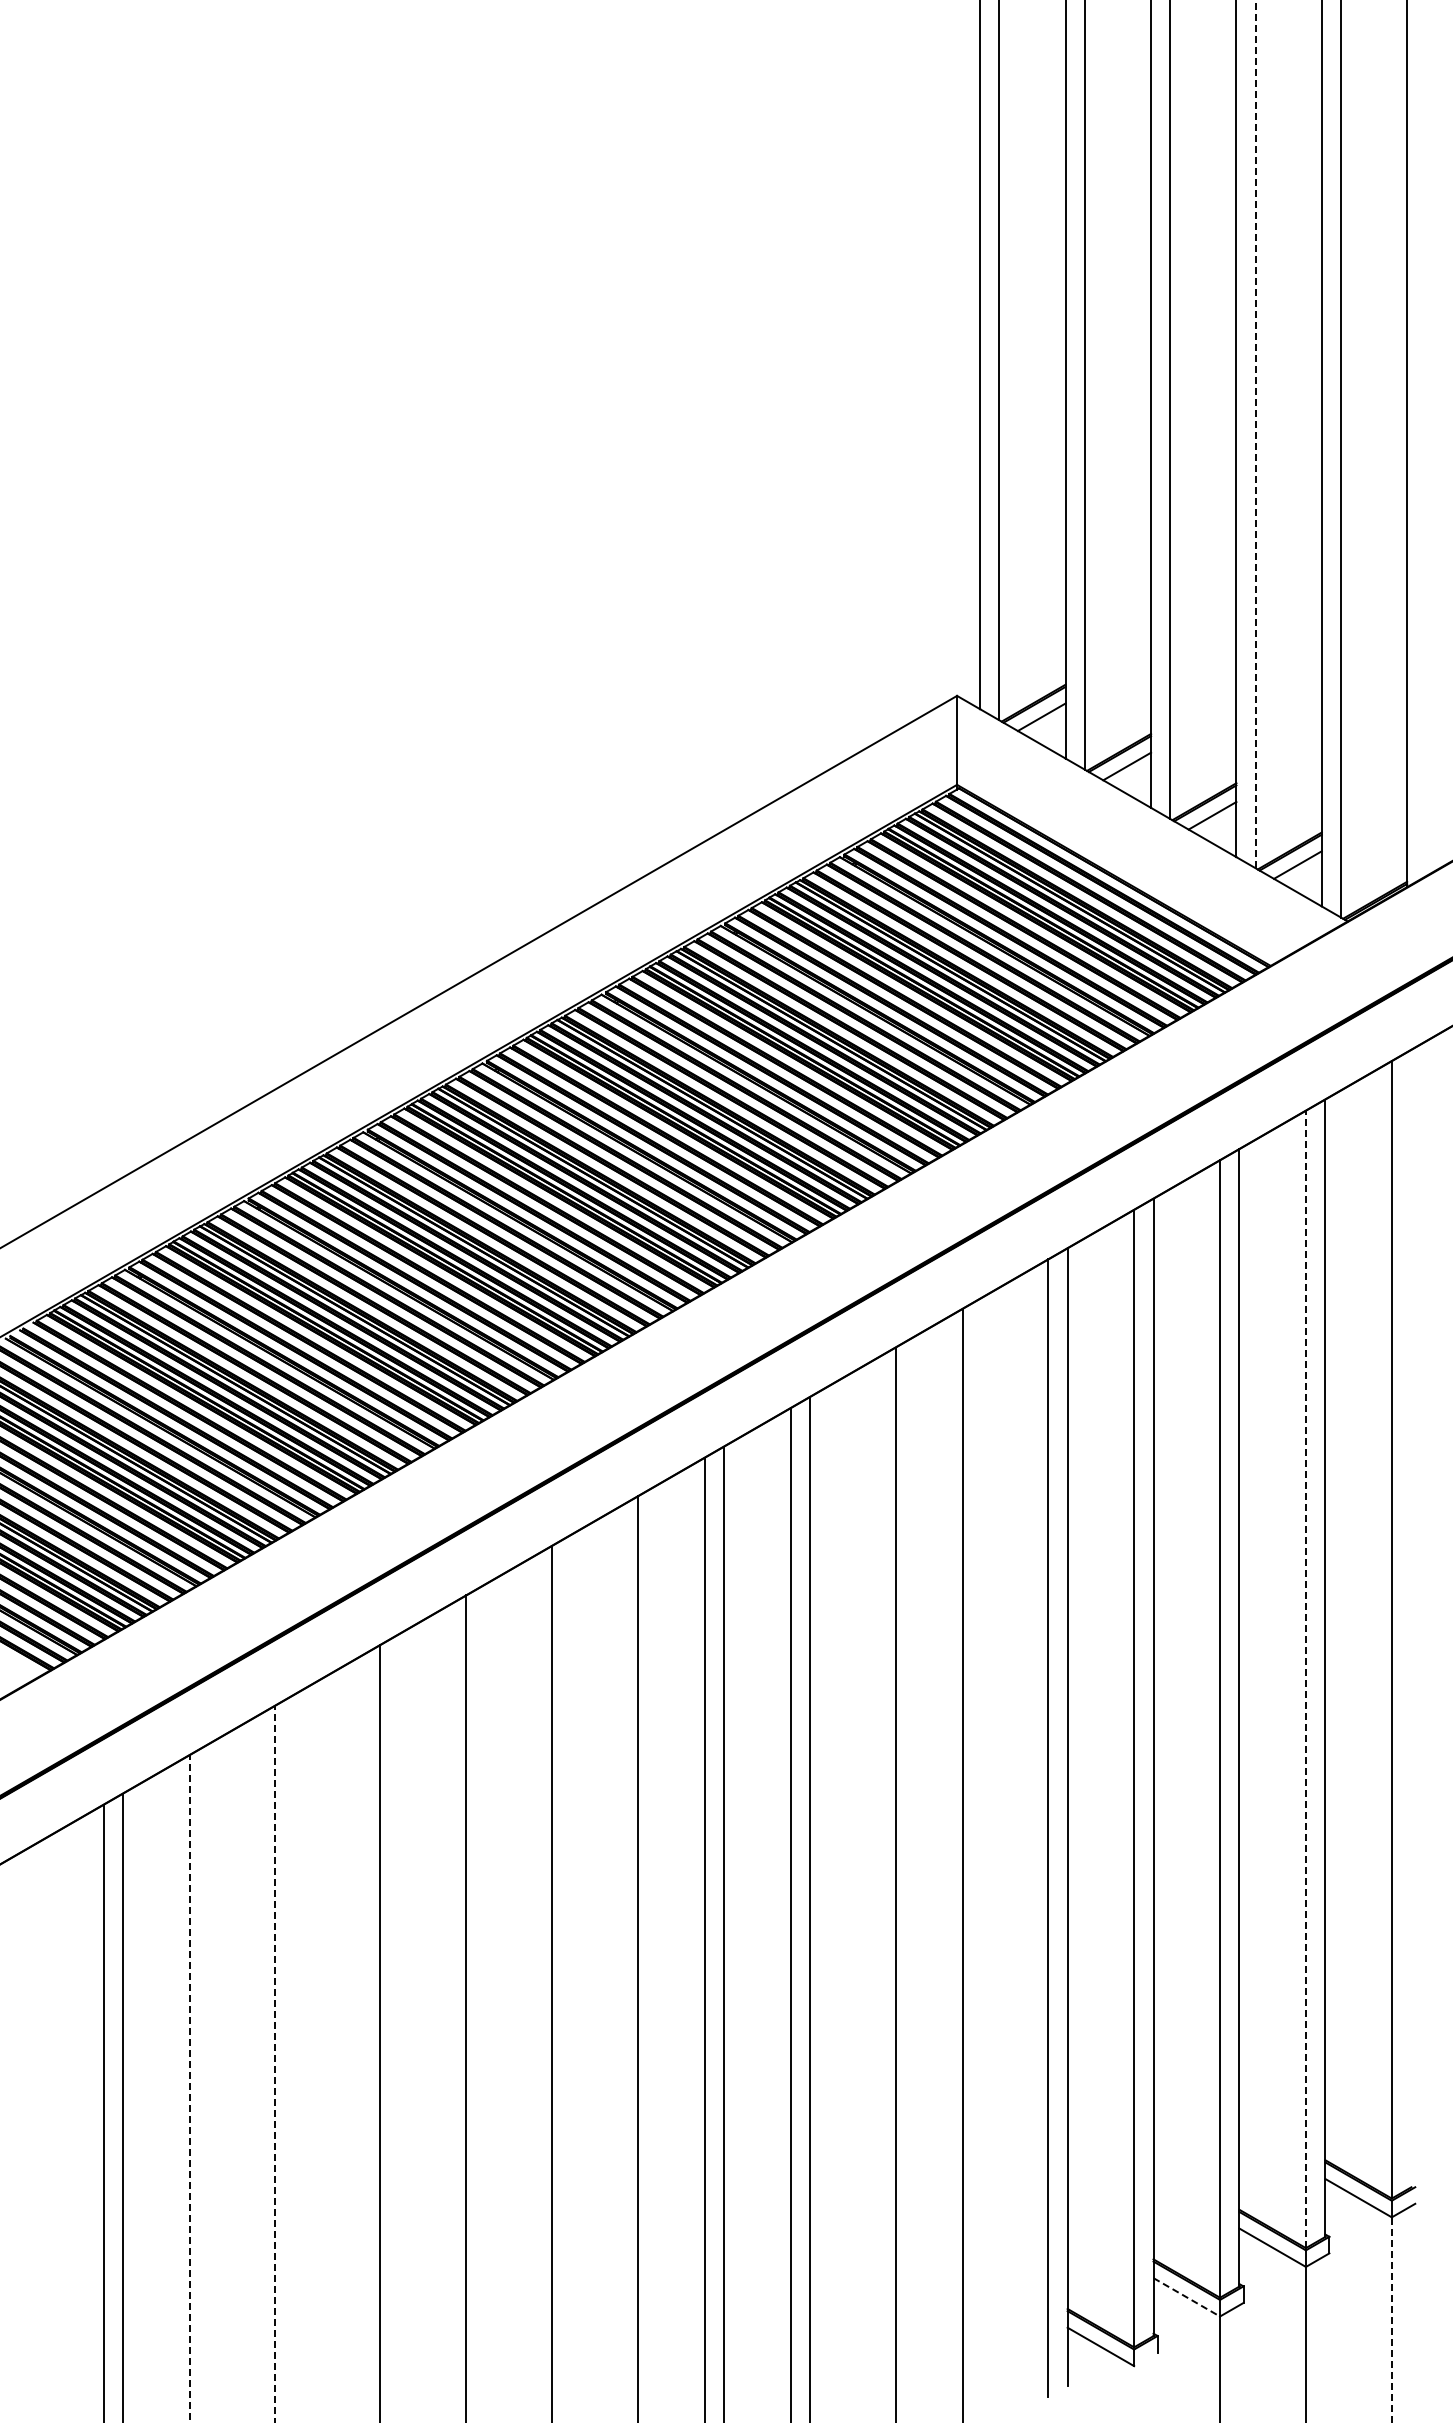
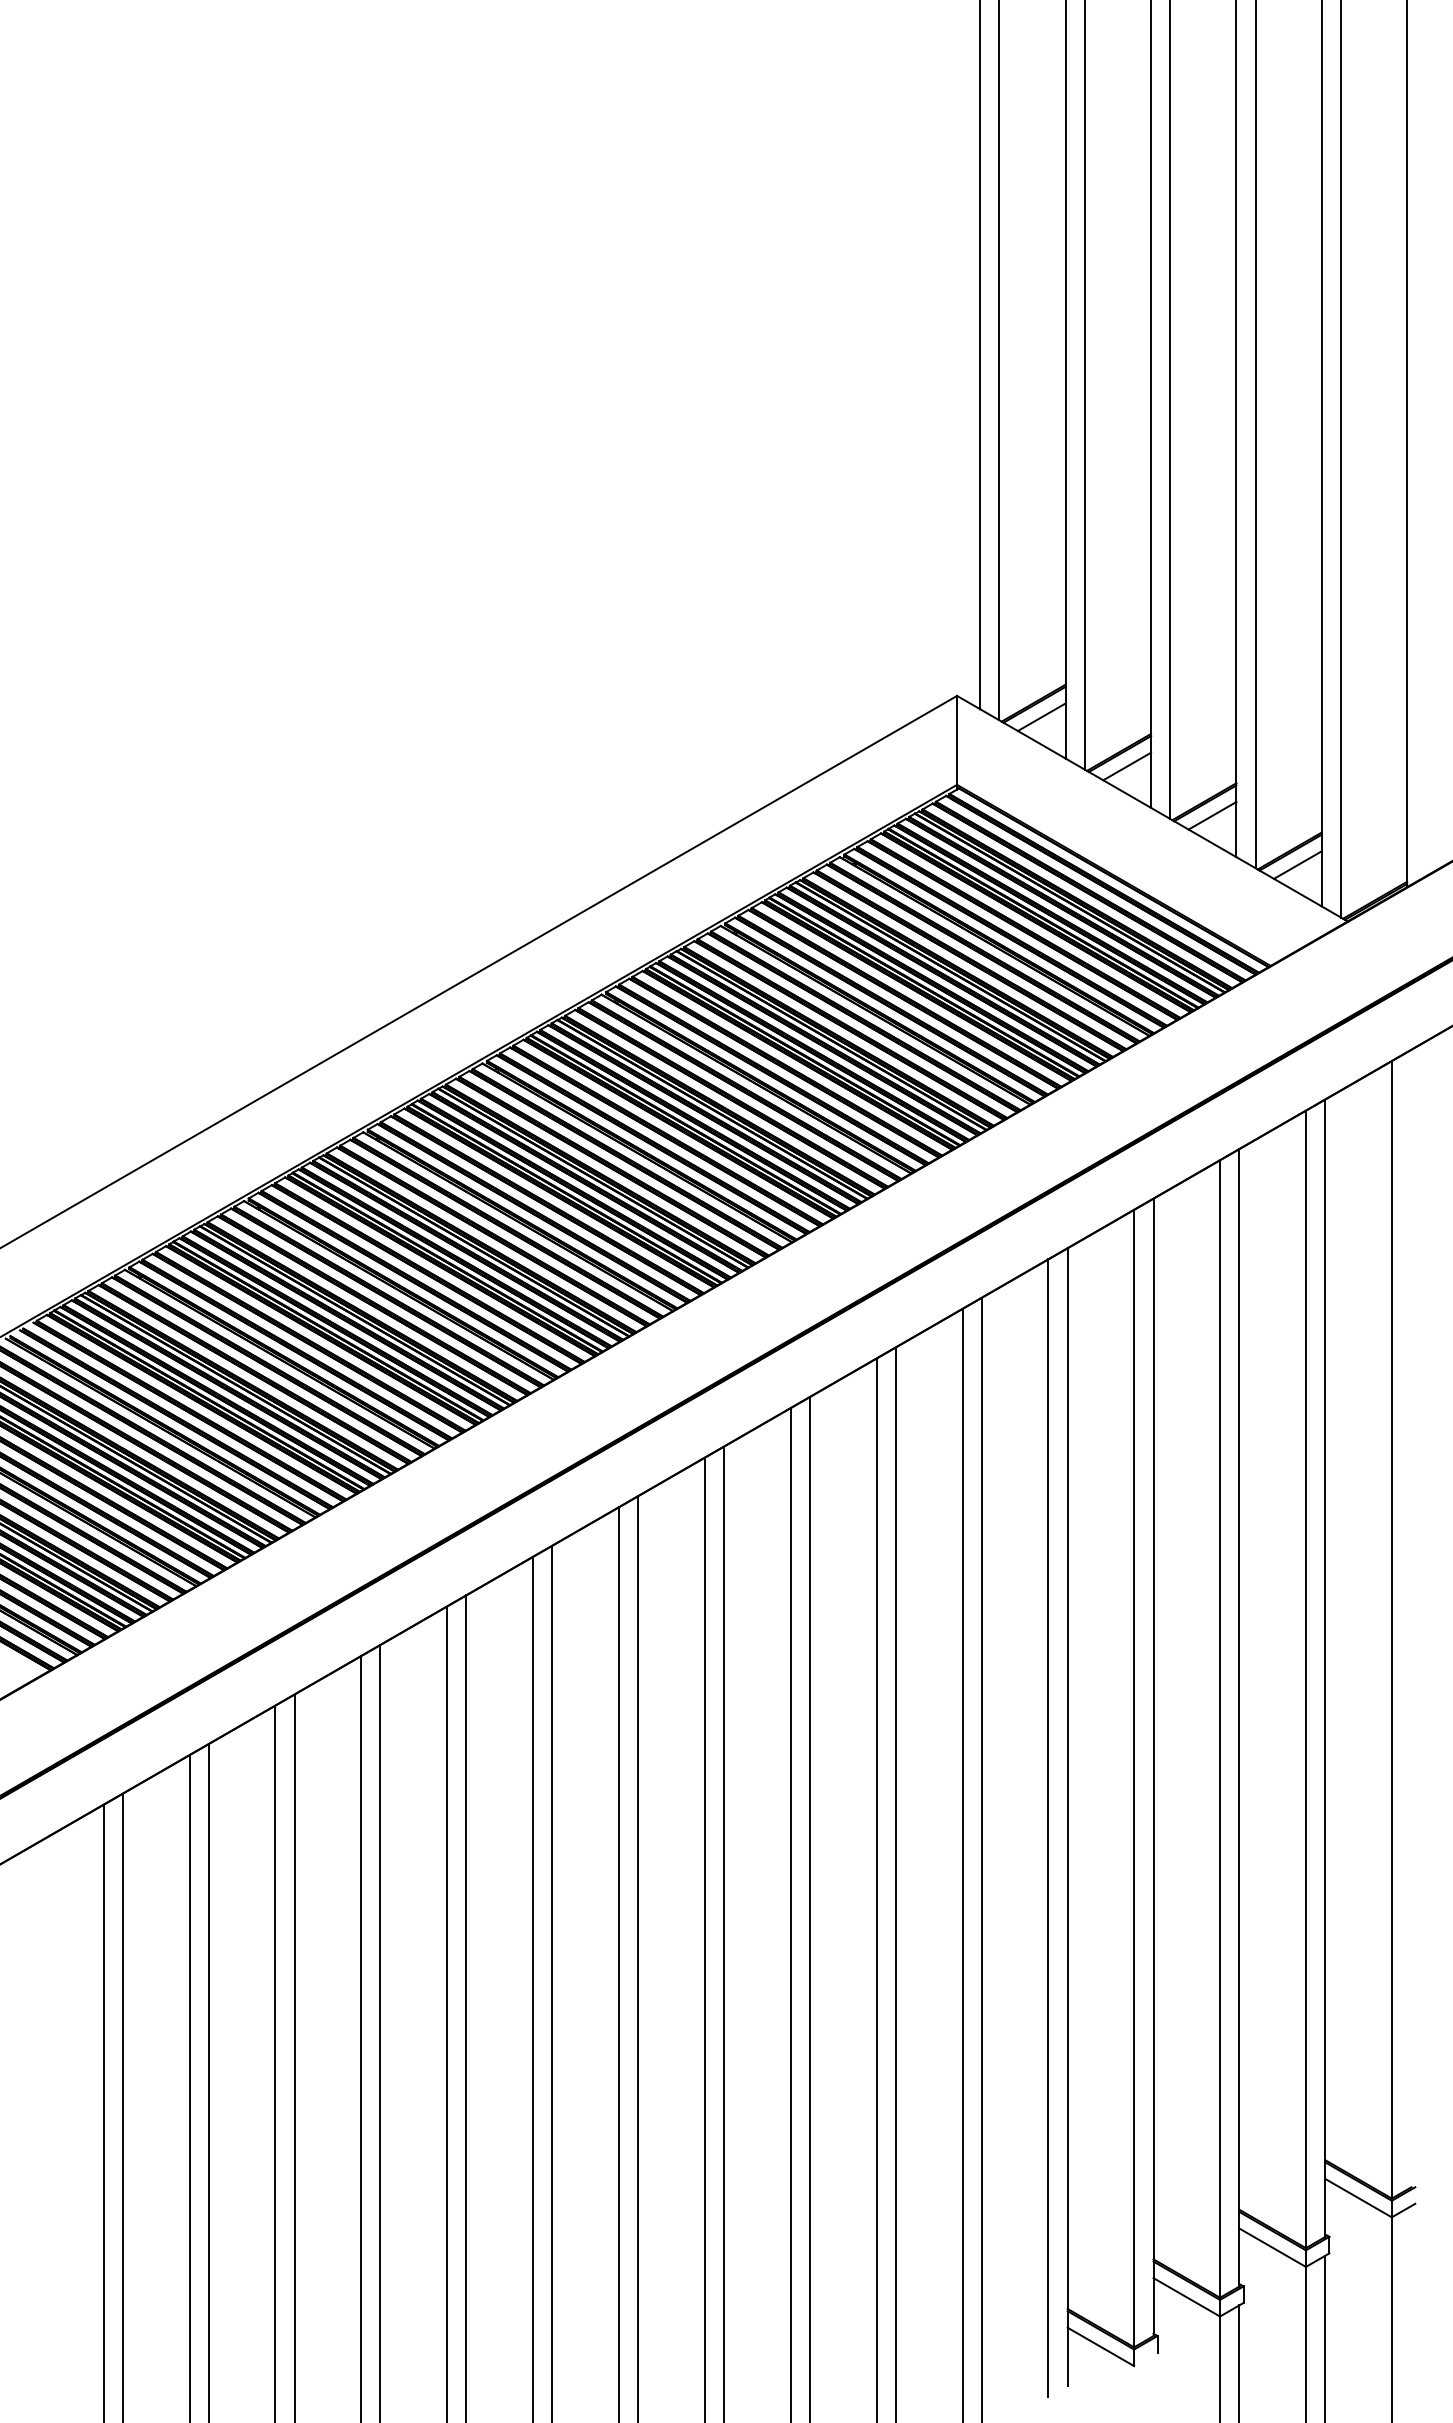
line at (1255, 434): dashed -> solid
line at (1306, 1679): dashed -> solid
line at (981, 1858): none -> present
line at (876, 1888): none -> present
line at (619, 1963): none -> present
line at (533, 1987): none -> present
line at (447, 2012): none -> present
line at (361, 2037): none -> present
line at (294, 2056): none -> present
line at (275, 2063): dashed -> solid
line at (208, 2081): none -> present
line at (189, 2089): dashed -> solid
line at (1187, 2297): dashed -> solid
line at (1392, 2320): dashed -> solid
line at (1325, 2337): none -> present
line at (1239, 2362): none -> present
